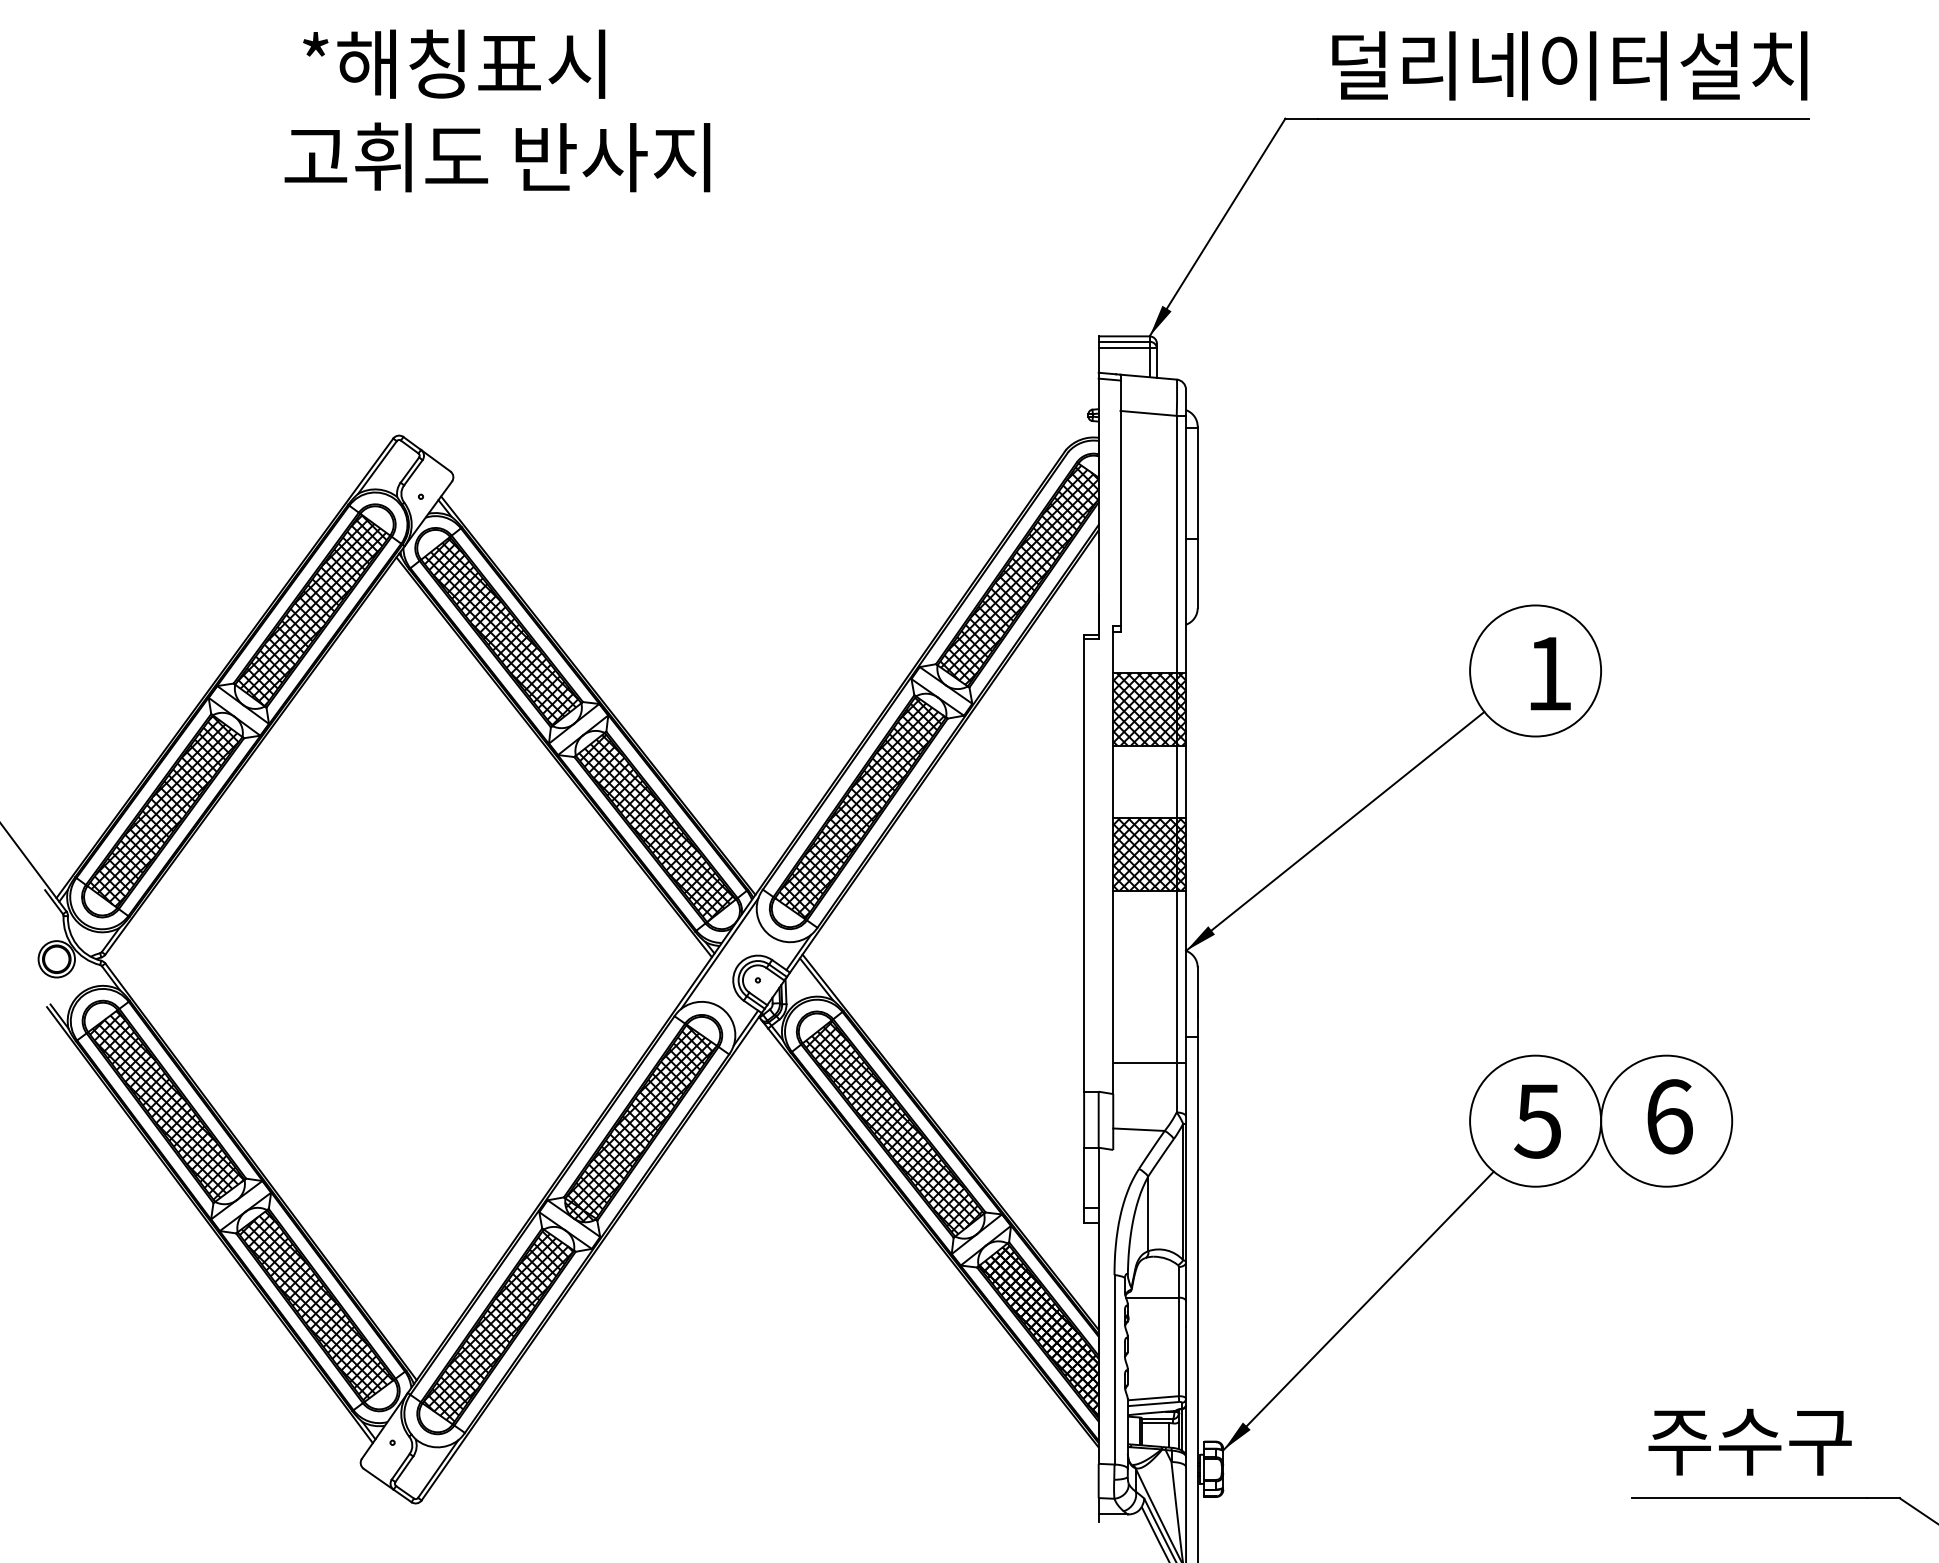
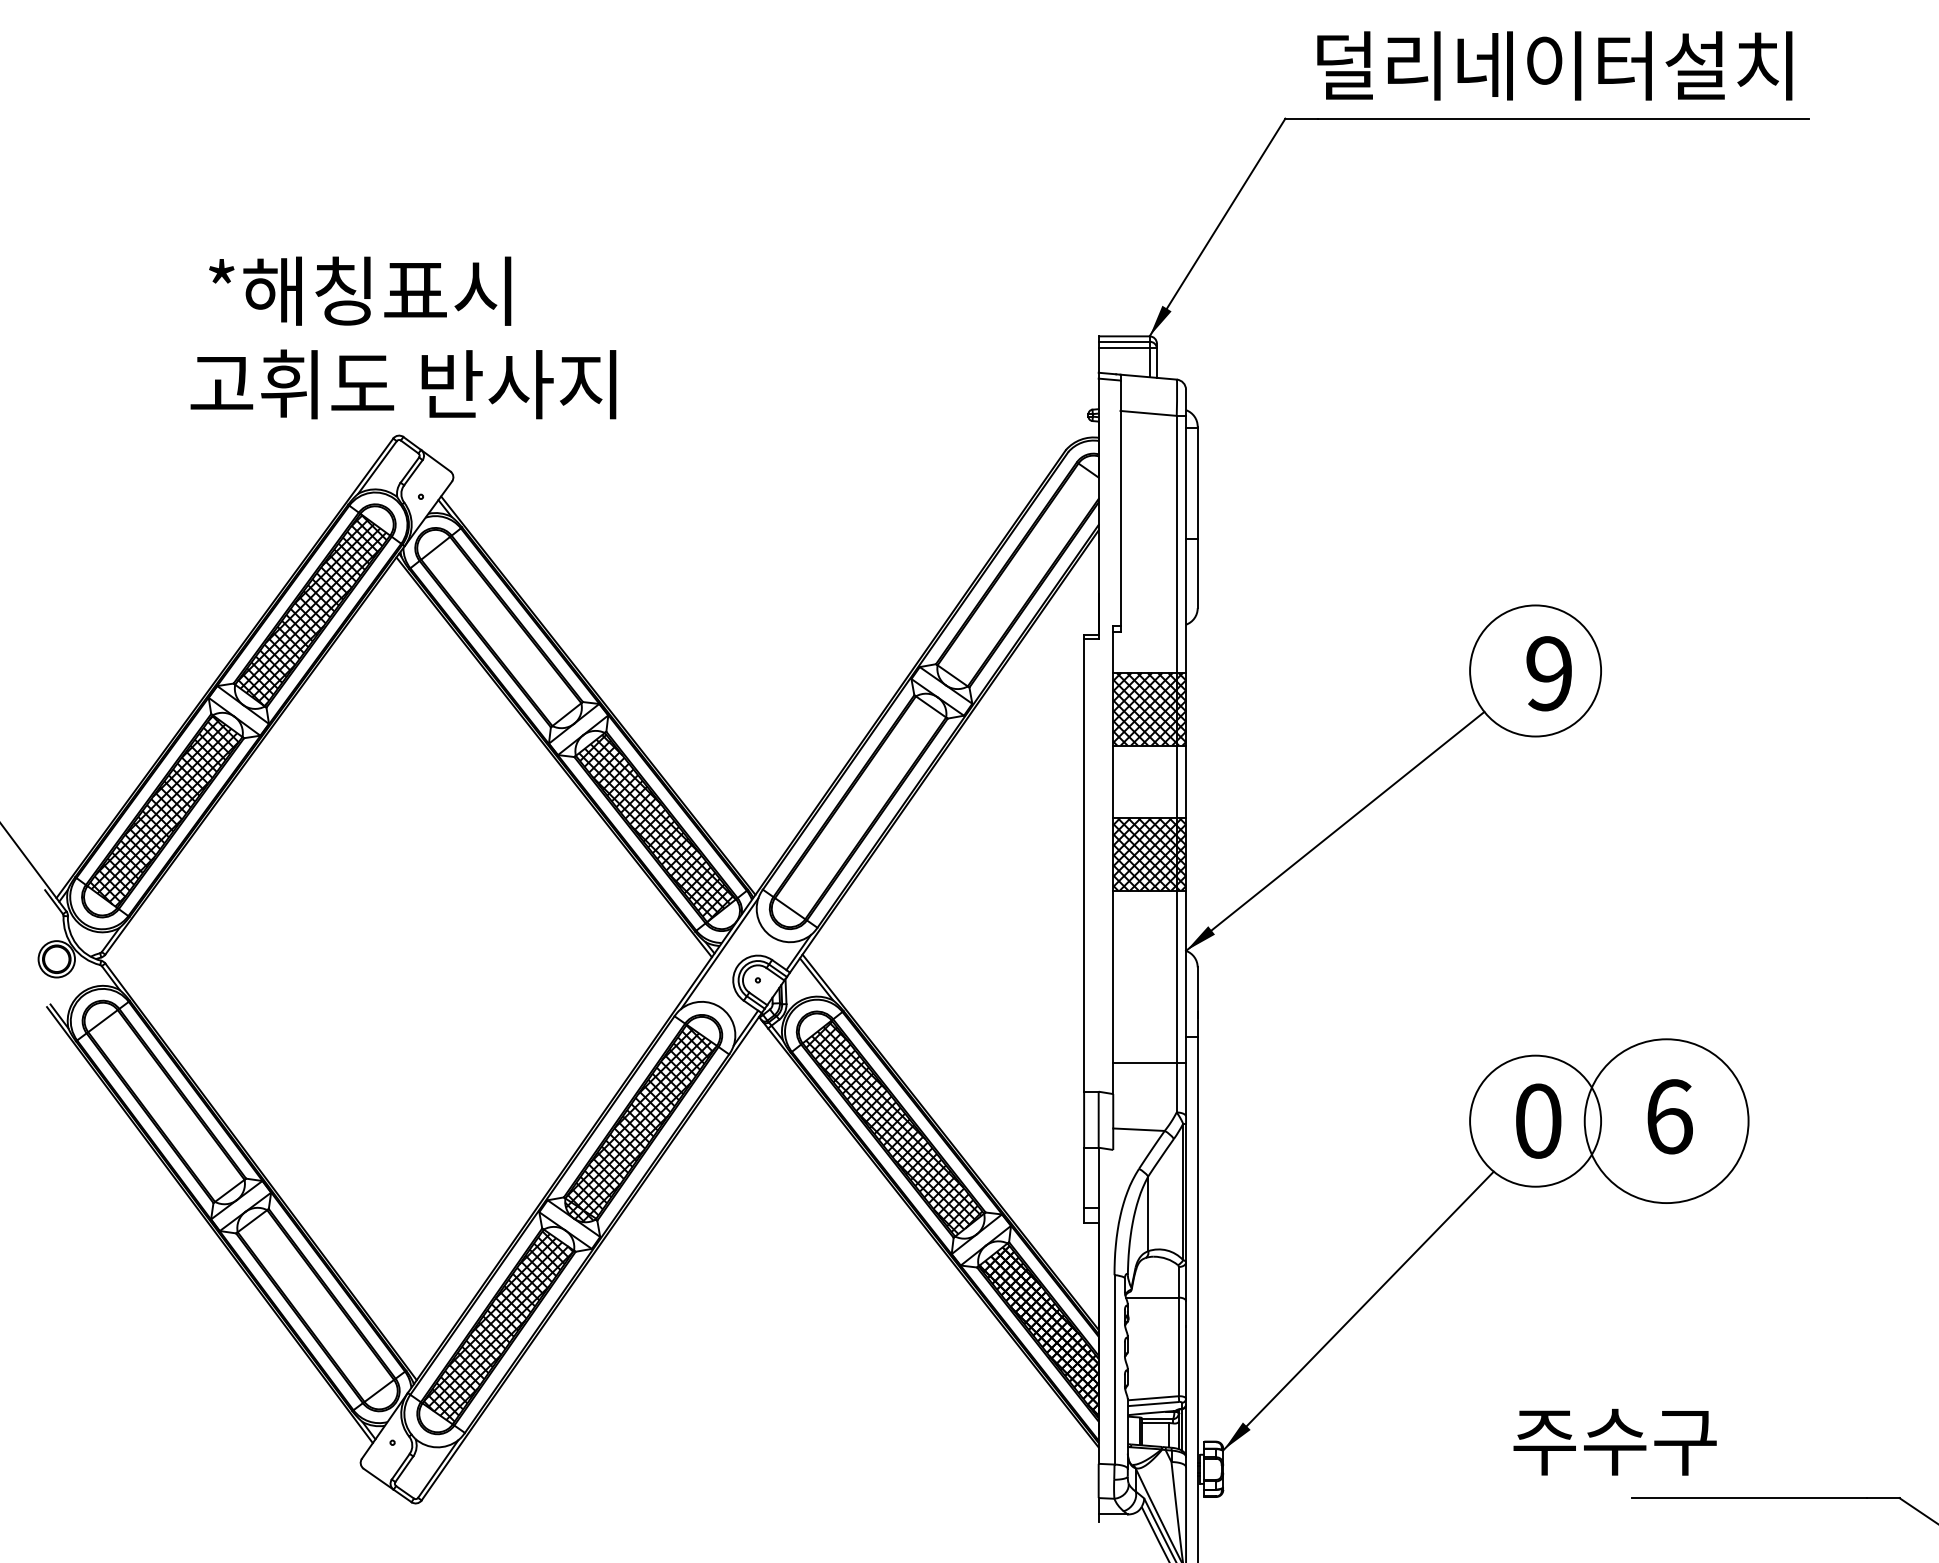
text at (1569, 65) position: (1569, 65) -> (1554, 65)
text at (497, 110) position: (497, 110) -> (403, 337)
hatch at (1019, 574): present -> none
hatch at (501, 631): present -> none
text at (1548, 673): 1 -> 9
hatch at (860, 807): present -> none
hatch at (167, 1105): present -> none
text at (1537, 1120): 5 -> 0
circle at (1666, 1120) diameter: 131 px -> 164 px
hatch at (316, 1305): present -> none
text at (1749, 1441) position: (1749, 1441) -> (1614, 1441)
